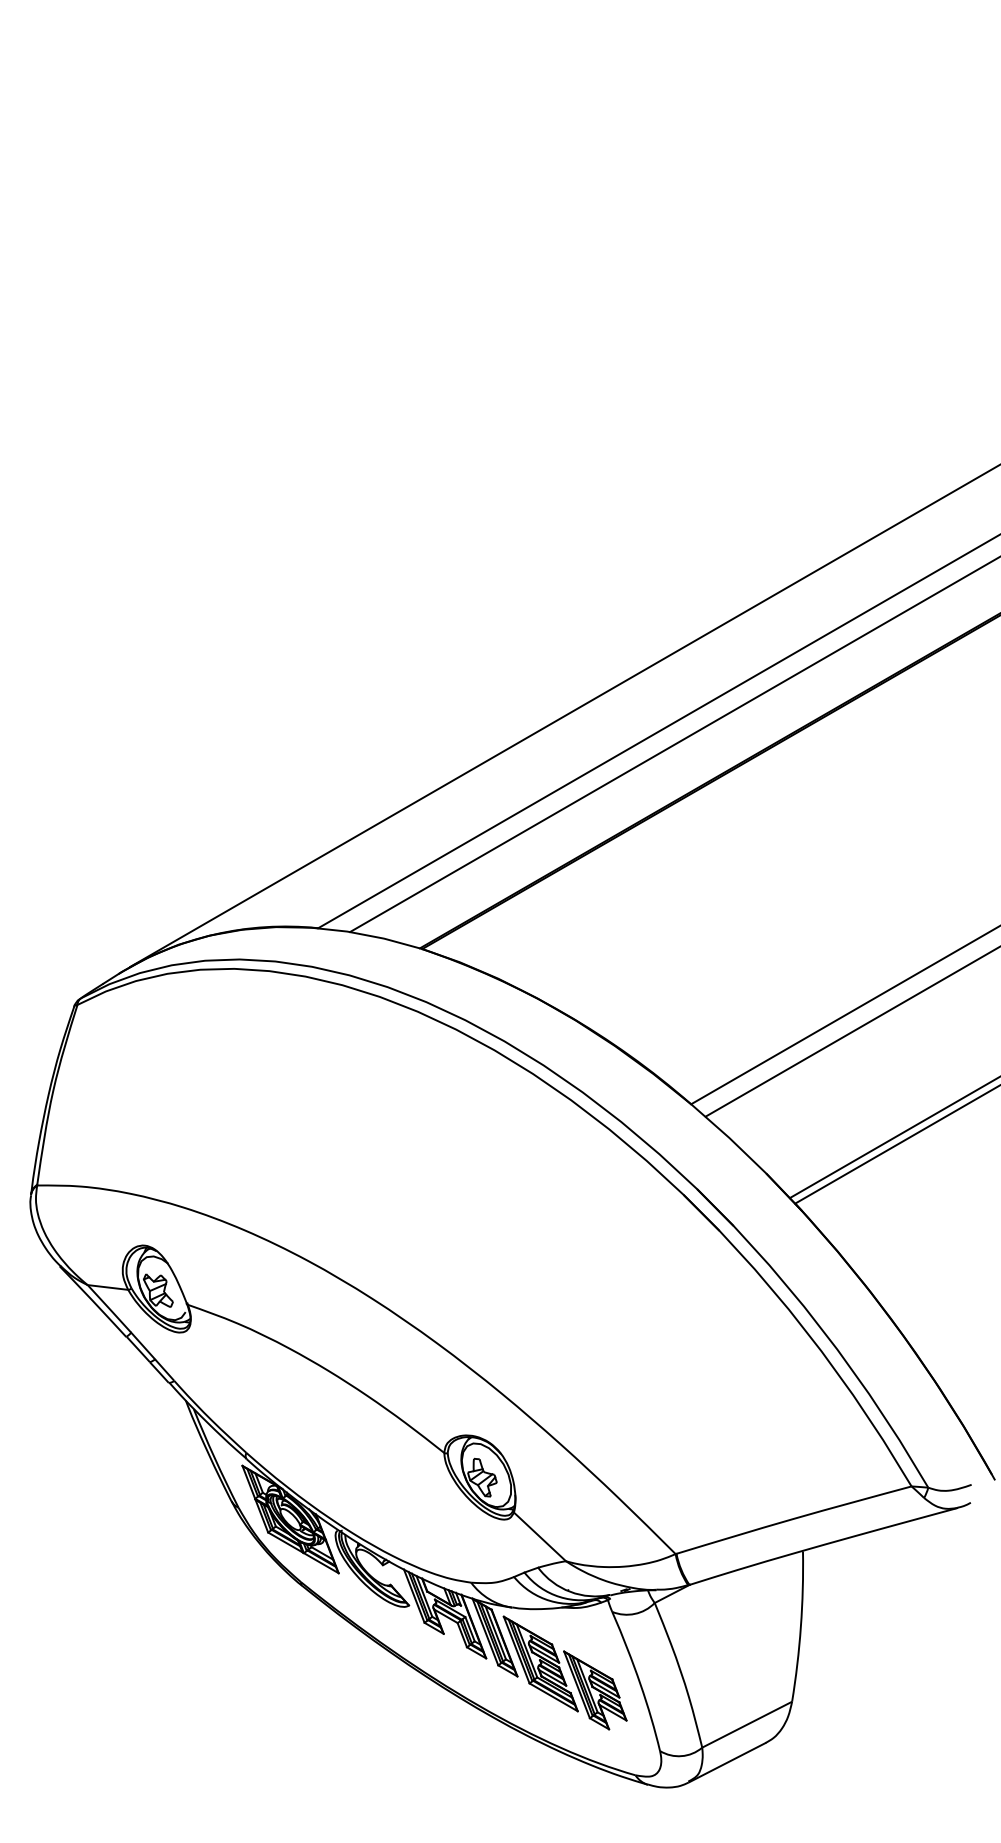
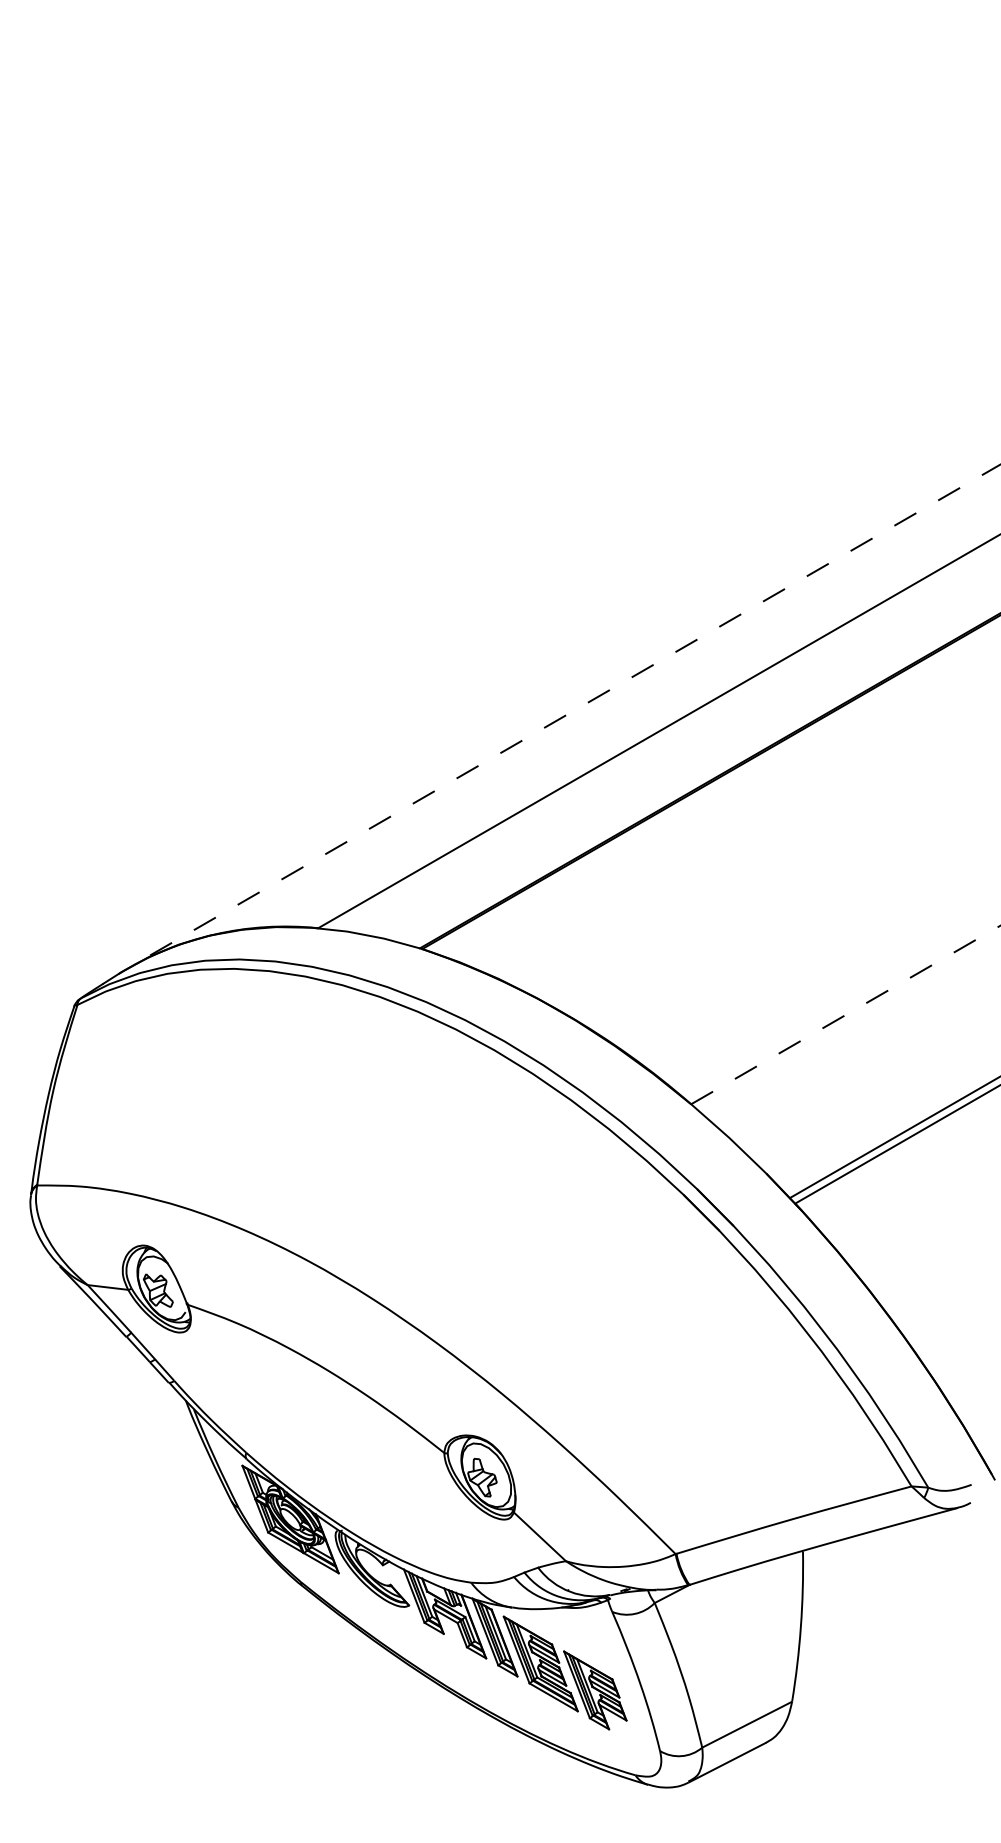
line at (564, 715): solid -> dashed
line at (673, 745): present -> none
line at (846, 1014): solid -> dashed
line at (851, 1032): present -> none
